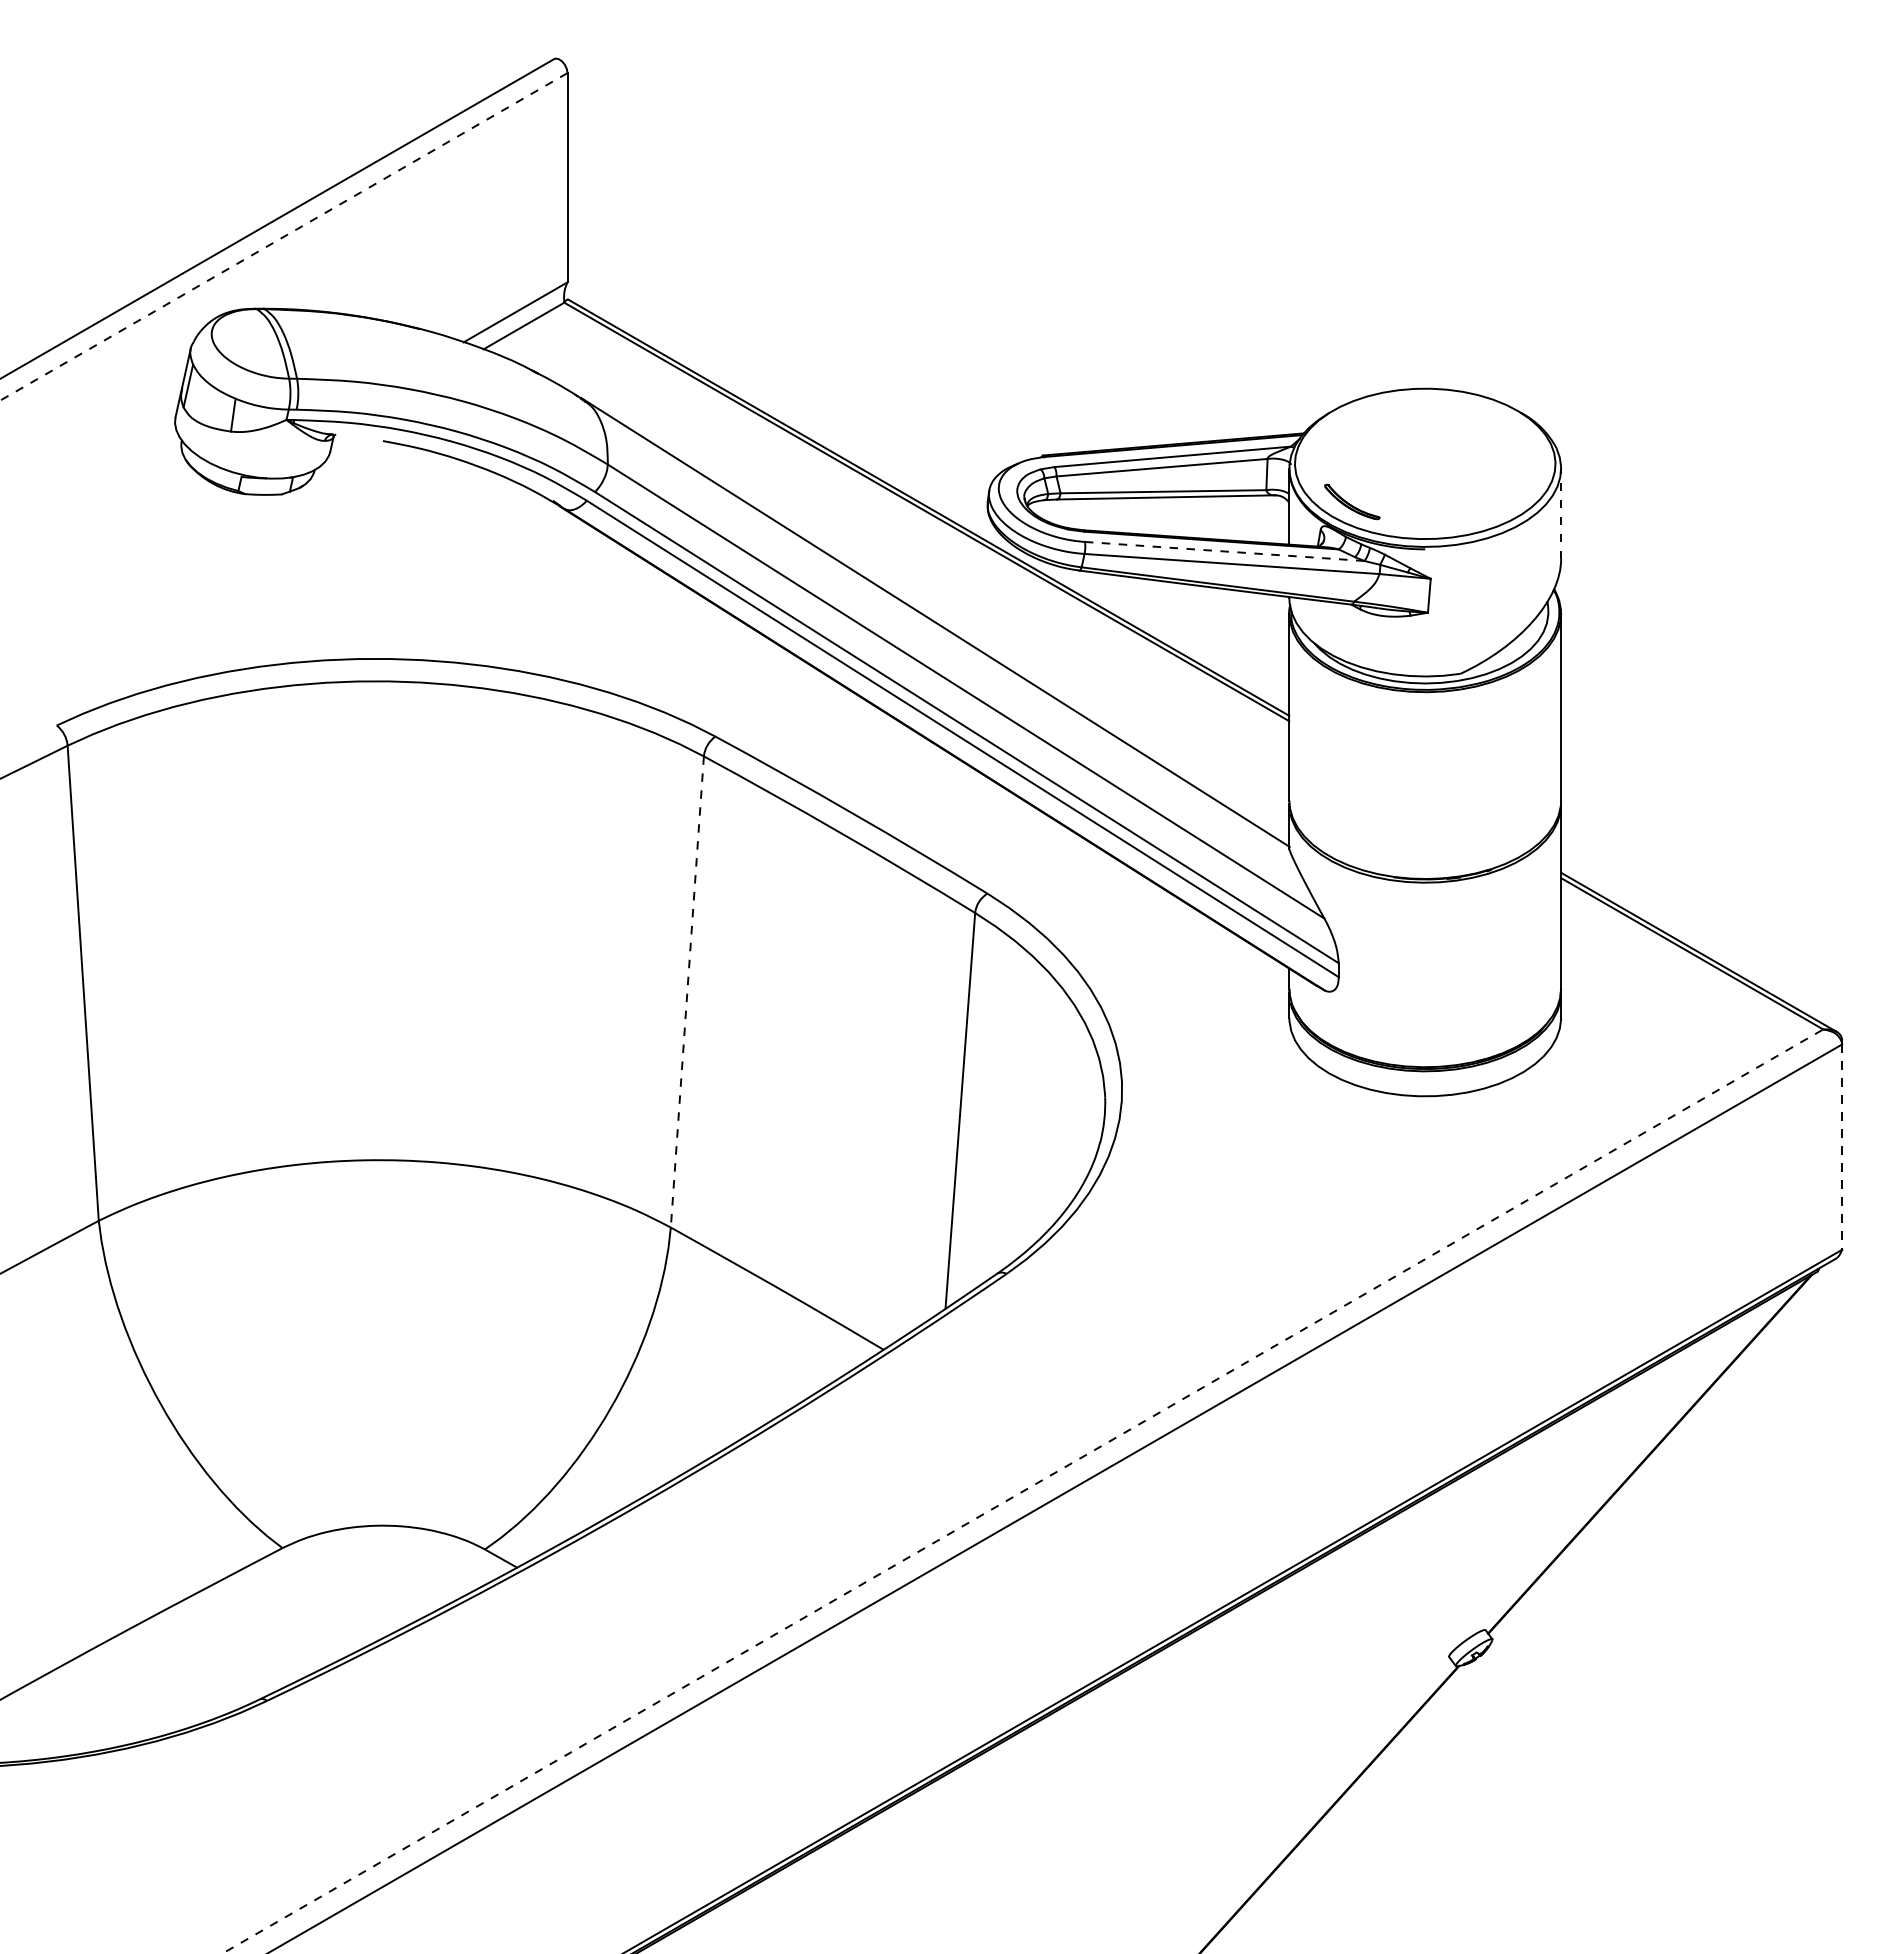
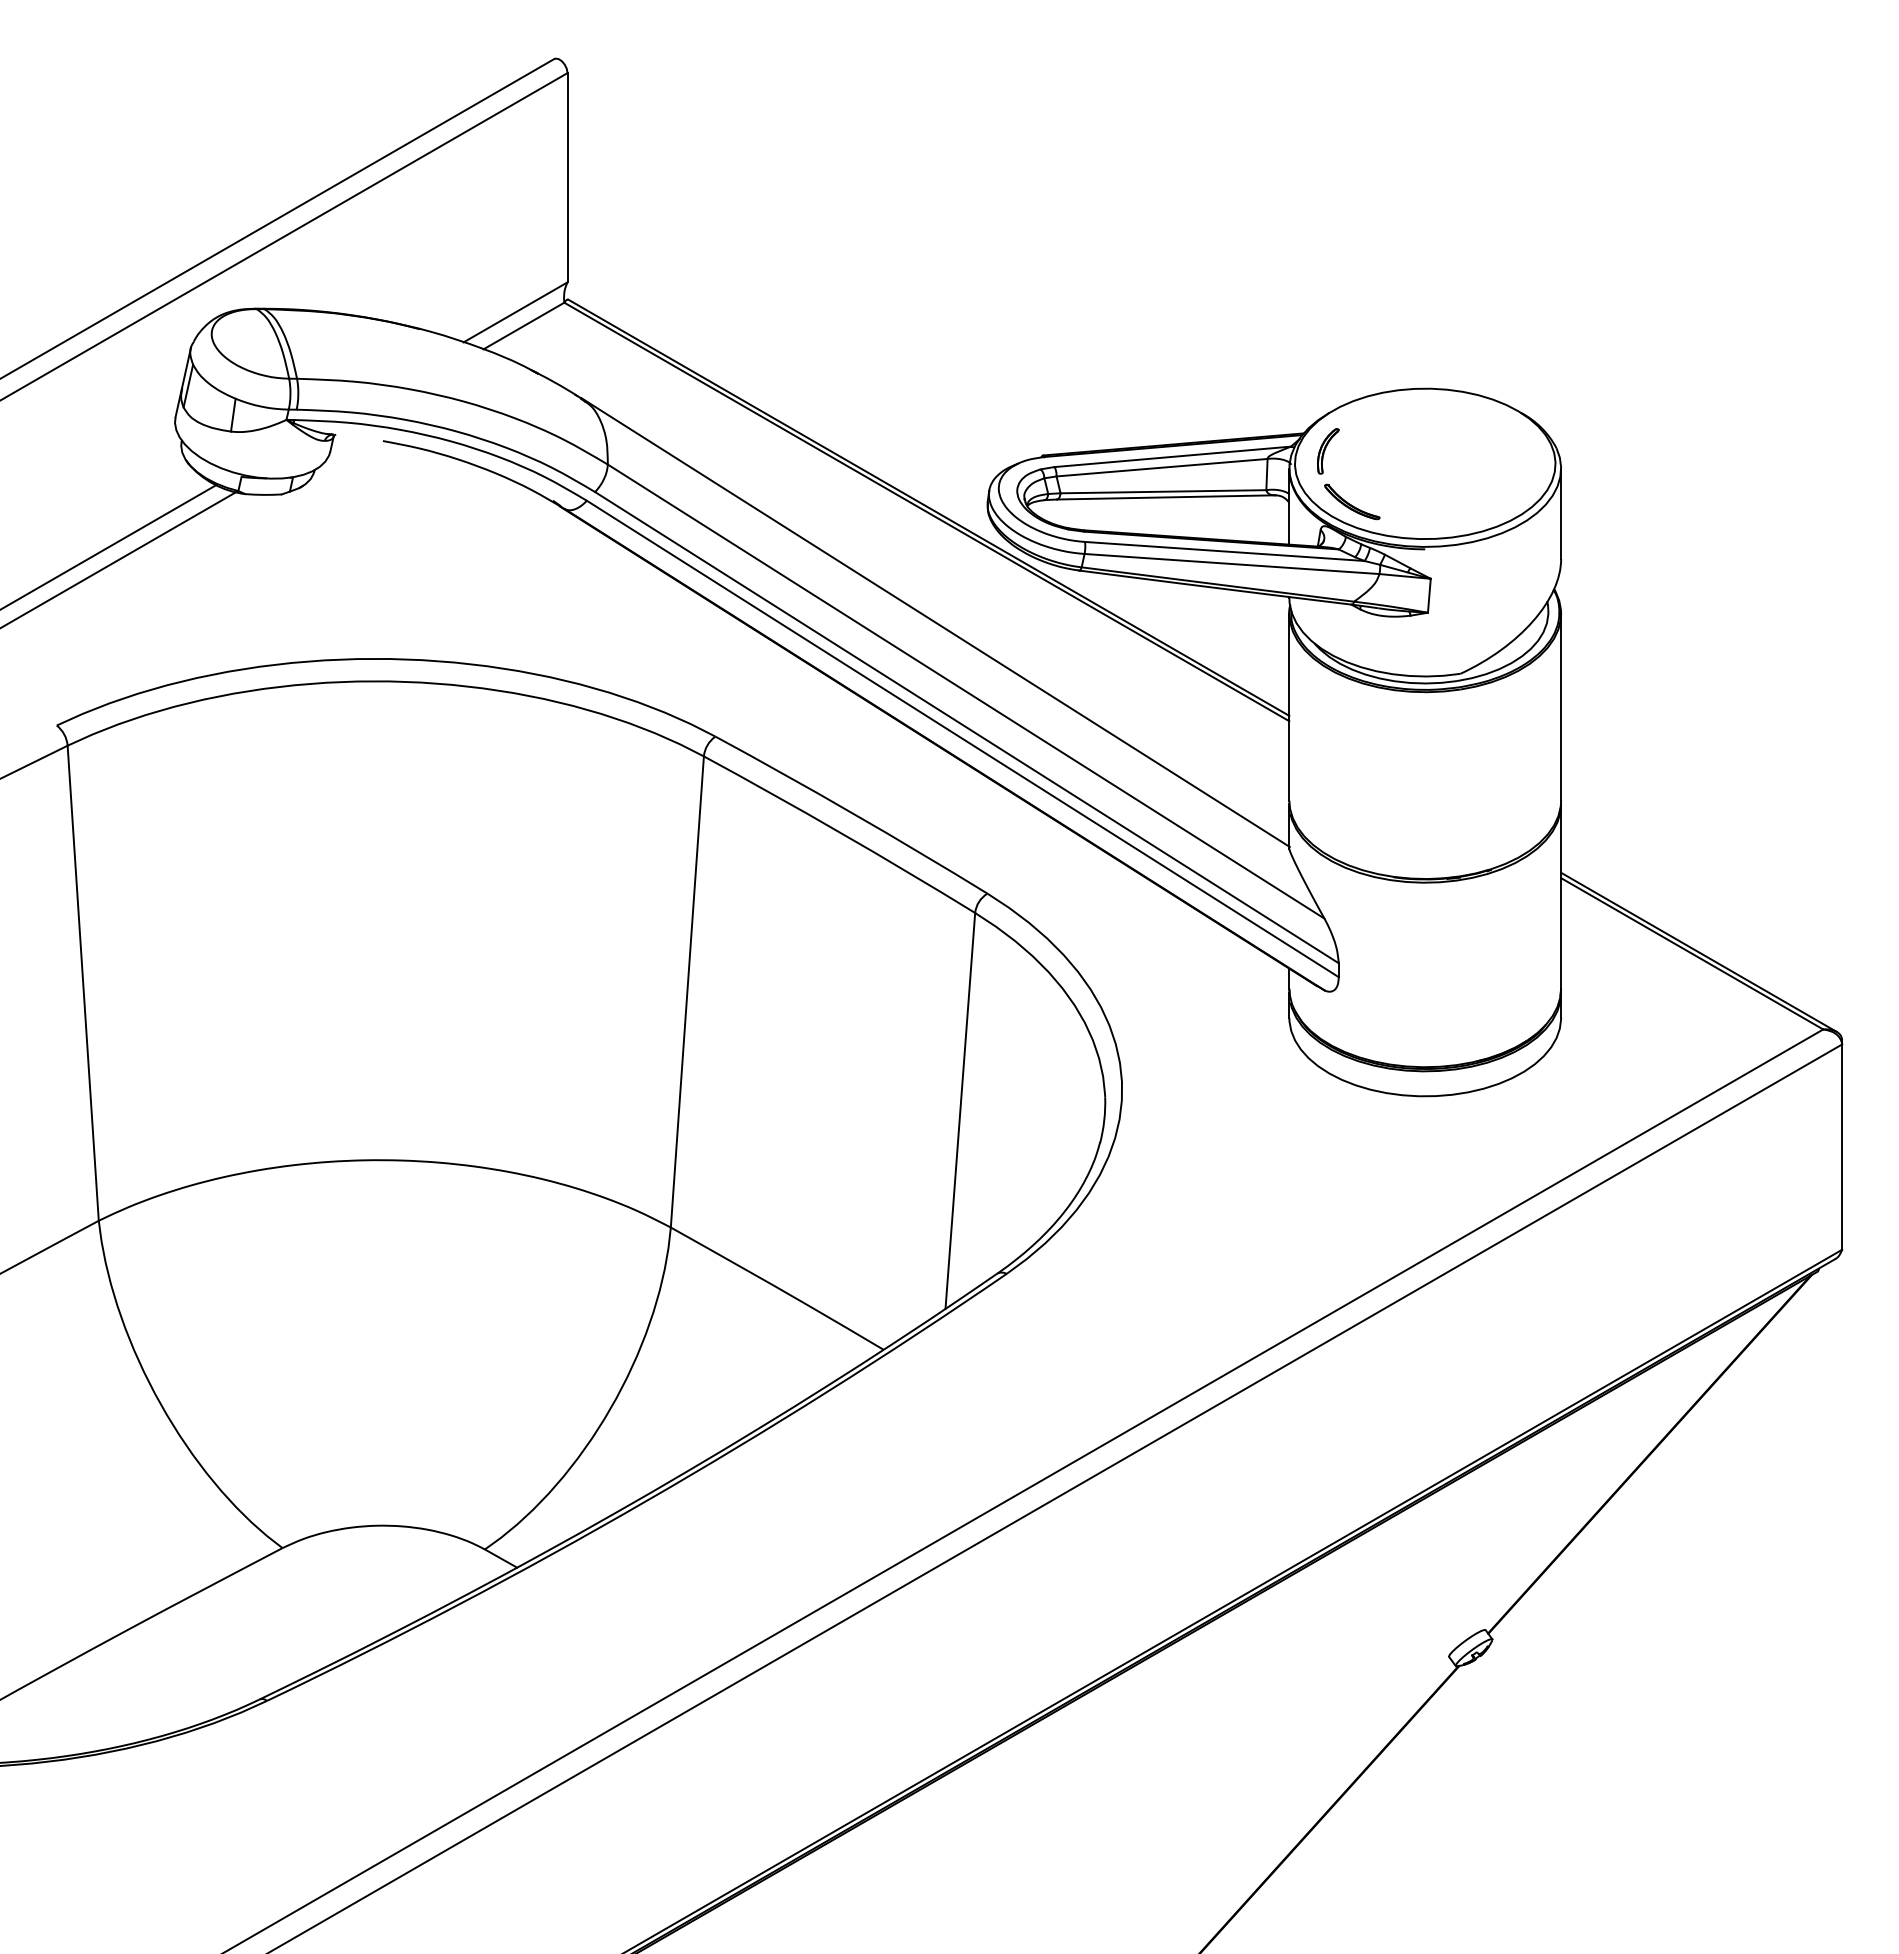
line at (283, 237): dashed -> solid
part at (1328, 451): none -> present
line at (1561, 513): dashed -> solid
line at (109, 546): none -> present
line at (1224, 551): dashed -> solid
line at (119, 559): none -> present
line at (687, 992): dashed -> solid
line at (1842, 1147): dashed -> solid
line at (1023, 1491): dashed -> solid
